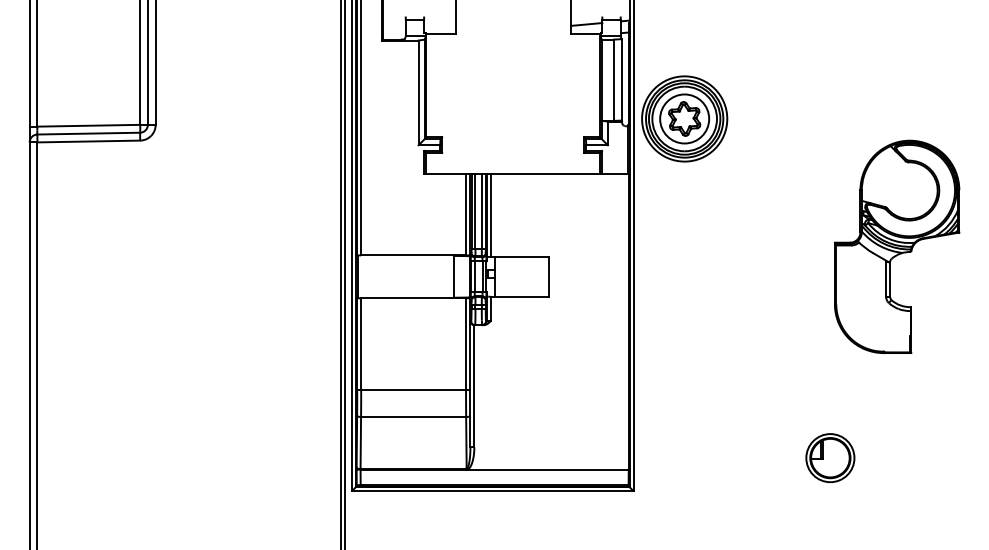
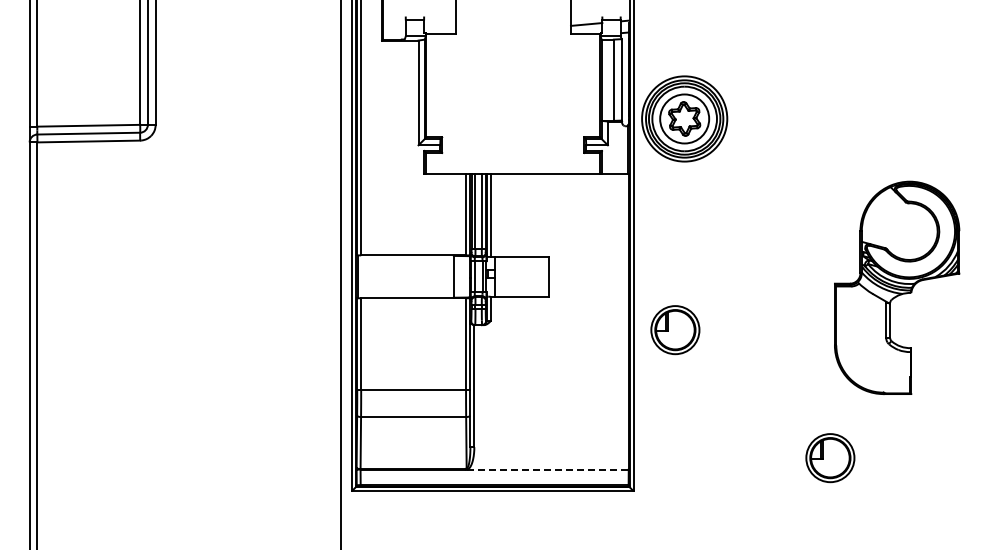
part at (897, 246) position: (897, 246) -> (897, 287)
line at (344, 274): present -> none
part at (675, 330): none -> present
line at (548, 469): solid -> dashed
